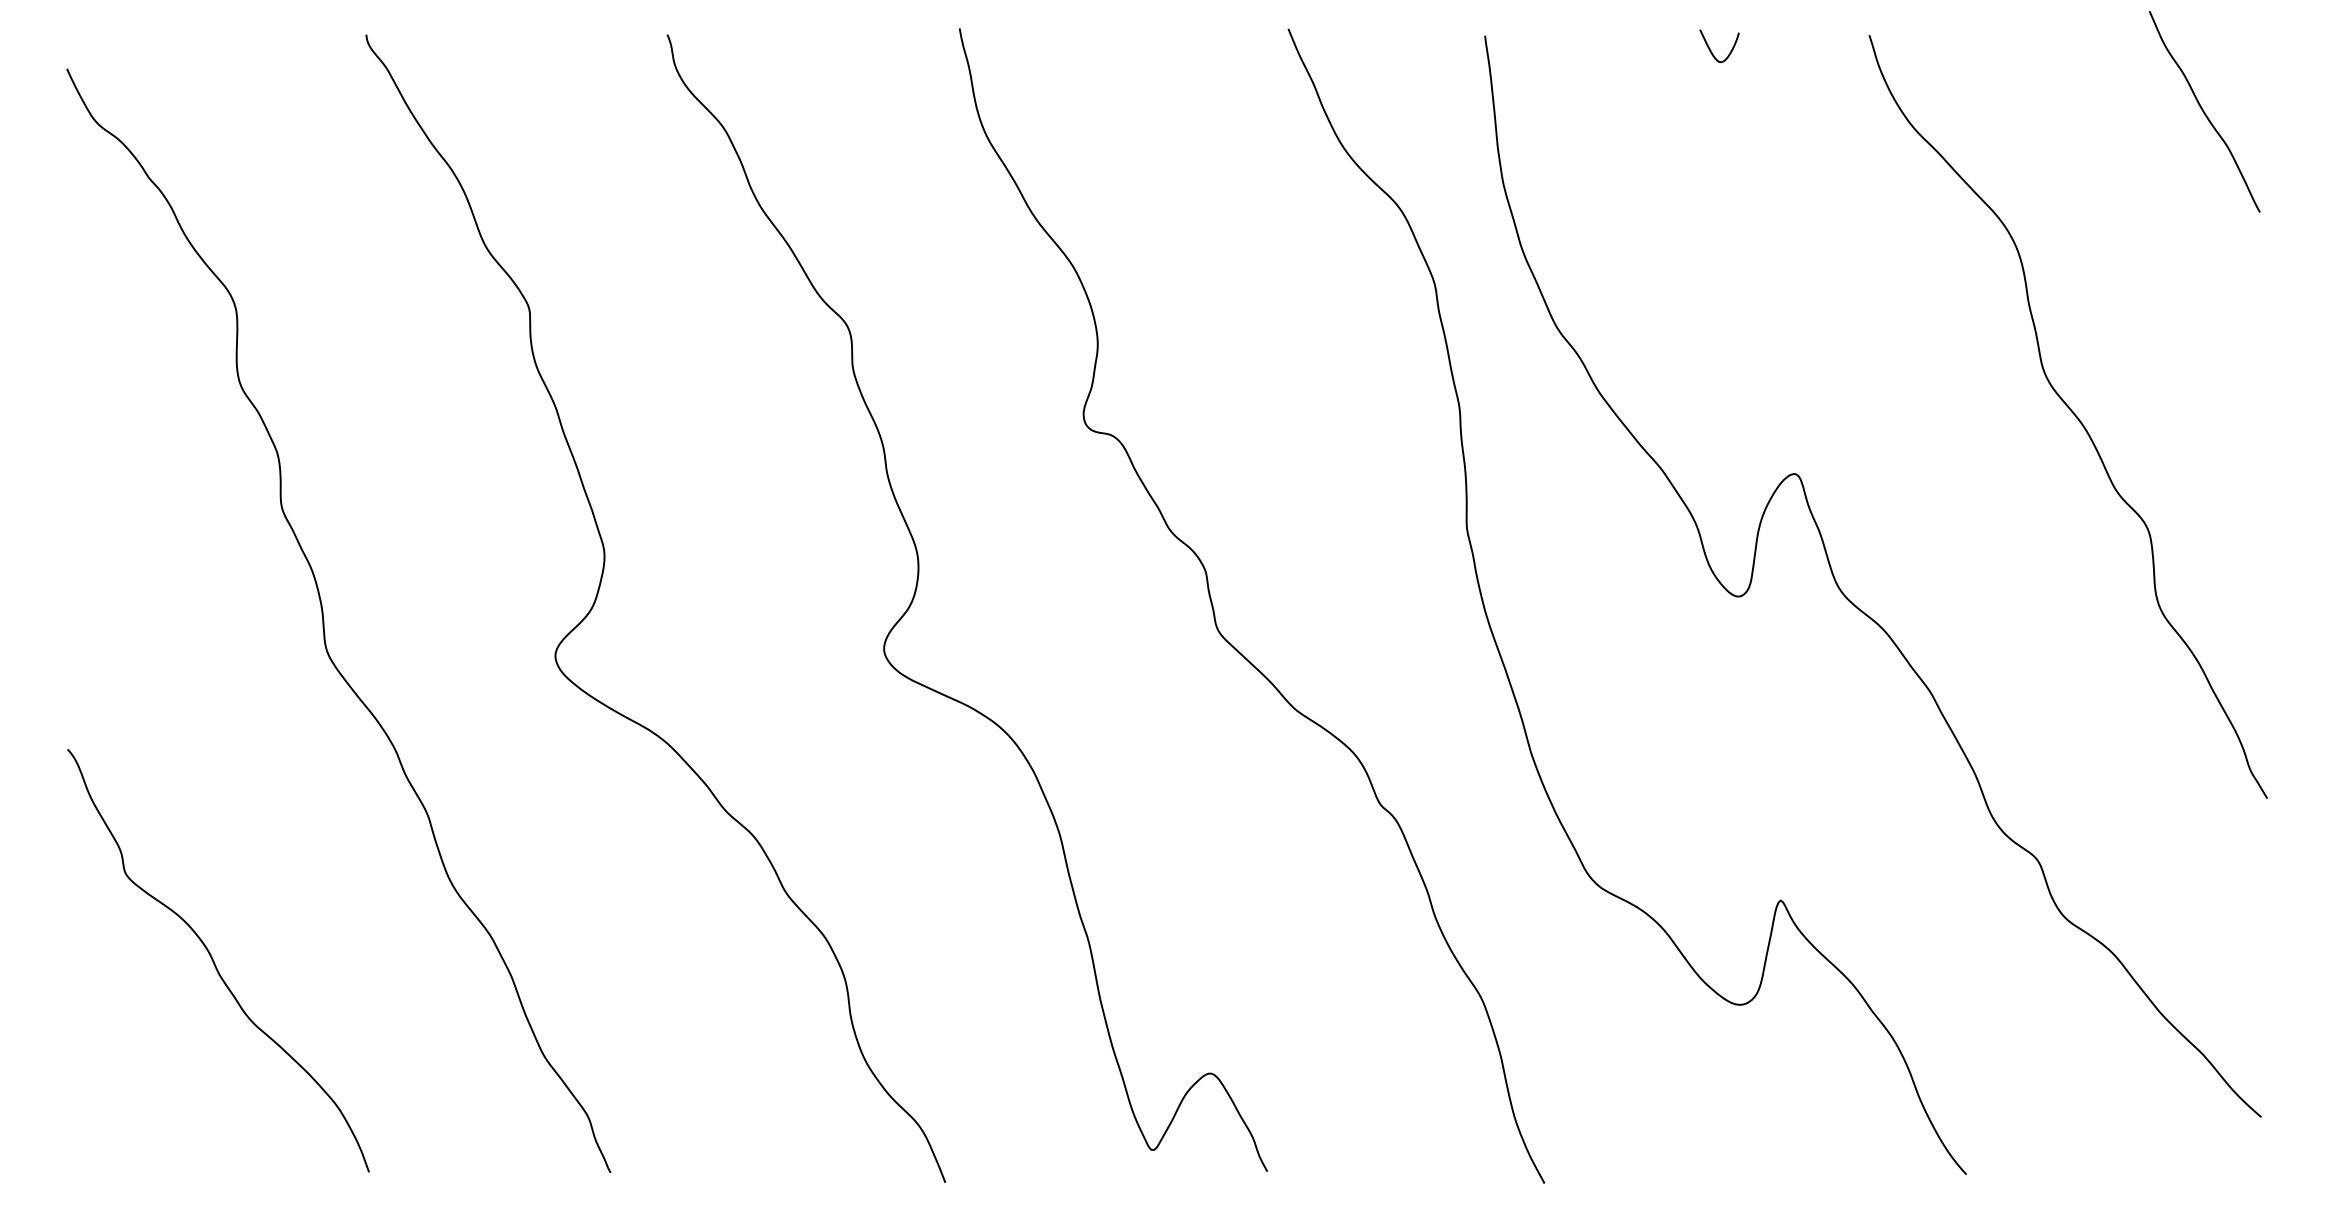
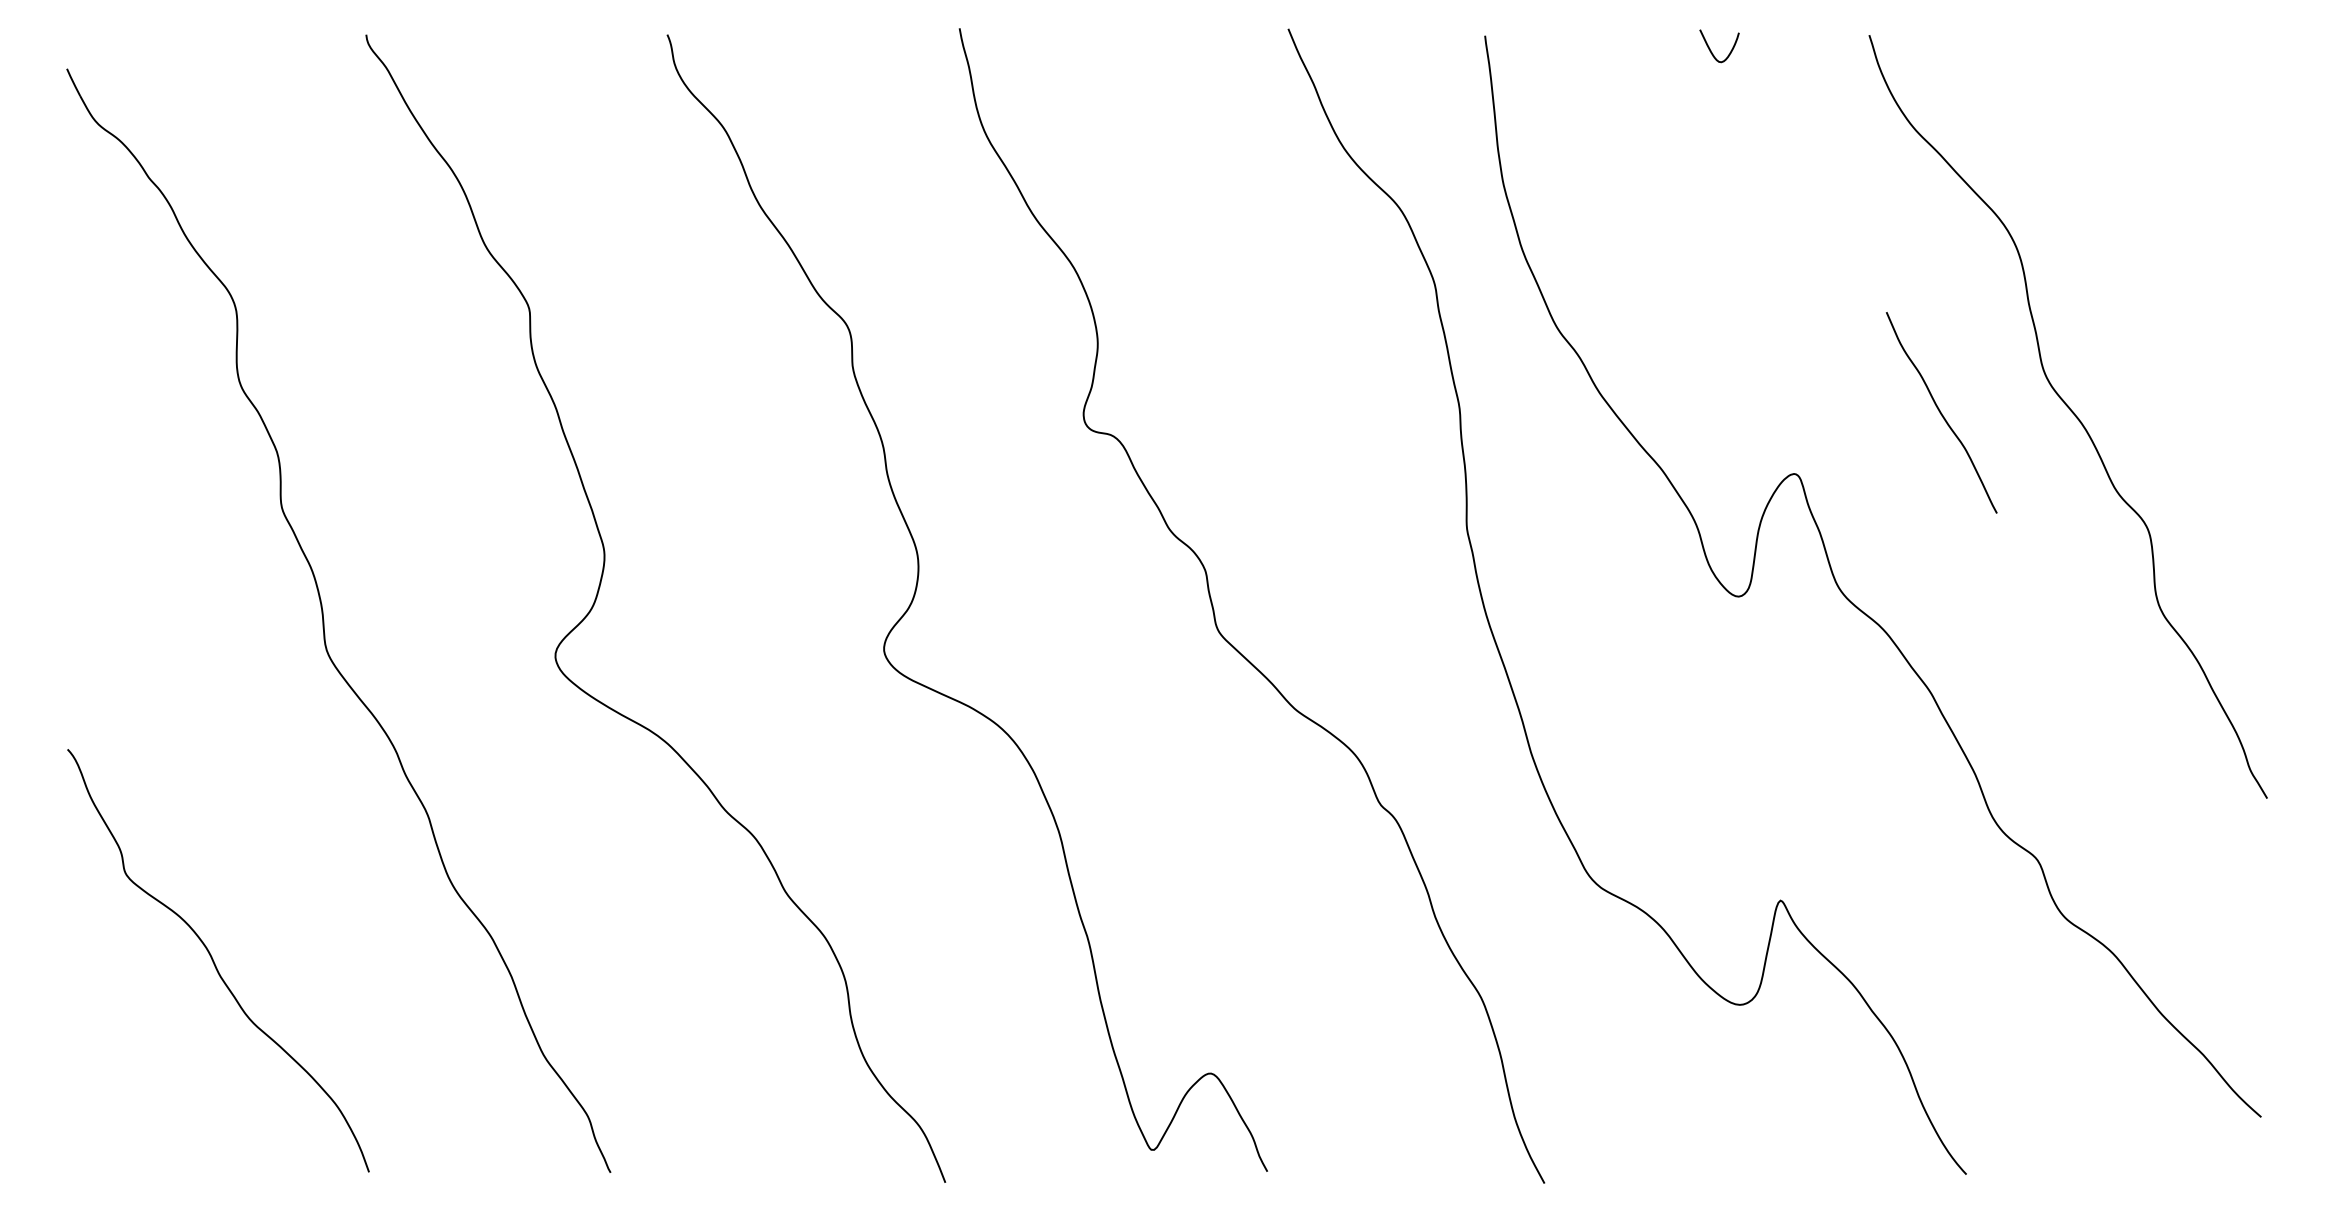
curve at (2204, 111) position: (2204, 111) -> (1941, 412)
